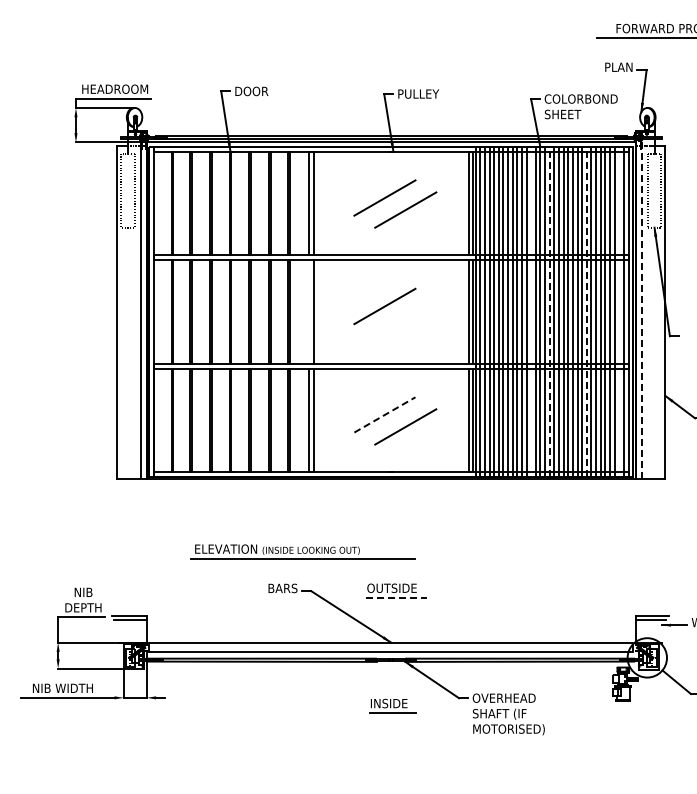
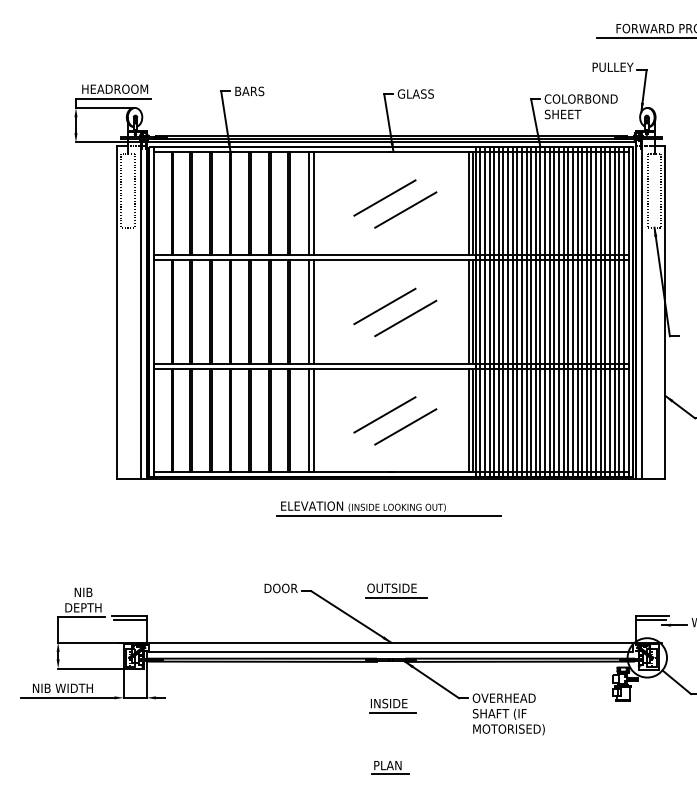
text at (612, 66): PLAN -> PULLEY
text at (252, 91): DOOR -> BARS
text at (418, 93): PULLEY -> GLASS
line at (641, 305): dashed -> solid
line at (309, 311): none -> present
line at (531, 311): none -> present
line at (619, 311): none -> present
line at (549, 312): dashed -> solid
line at (586, 312): dashed -> solid
line at (405, 318): none -> present
line at (385, 414): dashed -> solid
part at (302, 551) position: (302, 551) -> (388, 508)
text at (280, 588): BARS -> DOOR
line at (396, 598): dashed -> solid
part at (390, 767): none -> present
